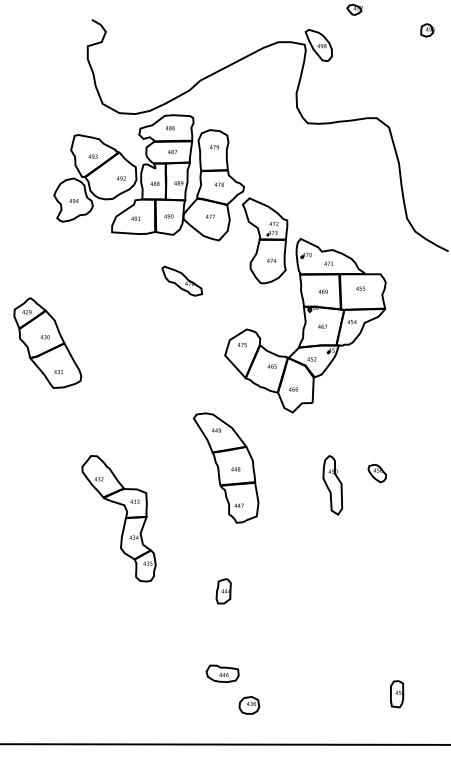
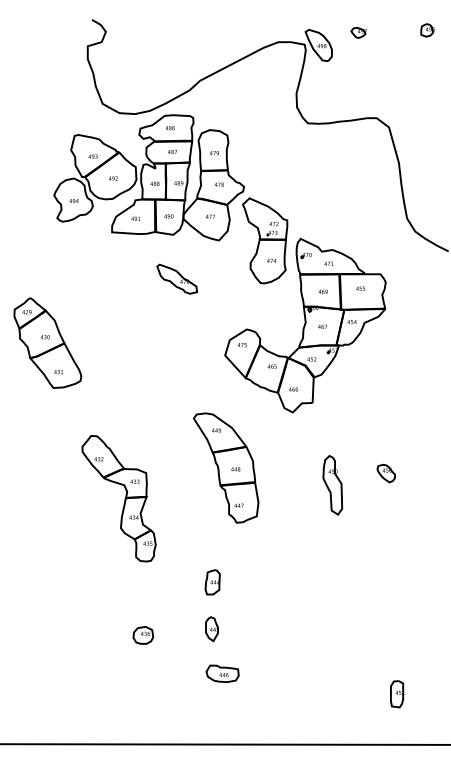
part at (354, 9) position: (354, 9) -> (358, 32)
text at (214, 147) position: (214, 147) -> (214, 153)
text at (121, 178) position: (121, 178) -> (113, 178)
part at (181, 280) position: (181, 280) -> (176, 278)
part at (376, 473) position: (376, 473) -> (385, 473)
part at (124, 519) position: (124, 519) -> (124, 499)
part at (223, 591) position: (223, 591) -> (212, 582)
part at (211, 629): none -> present
part at (249, 705) position: (249, 705) -> (143, 635)
